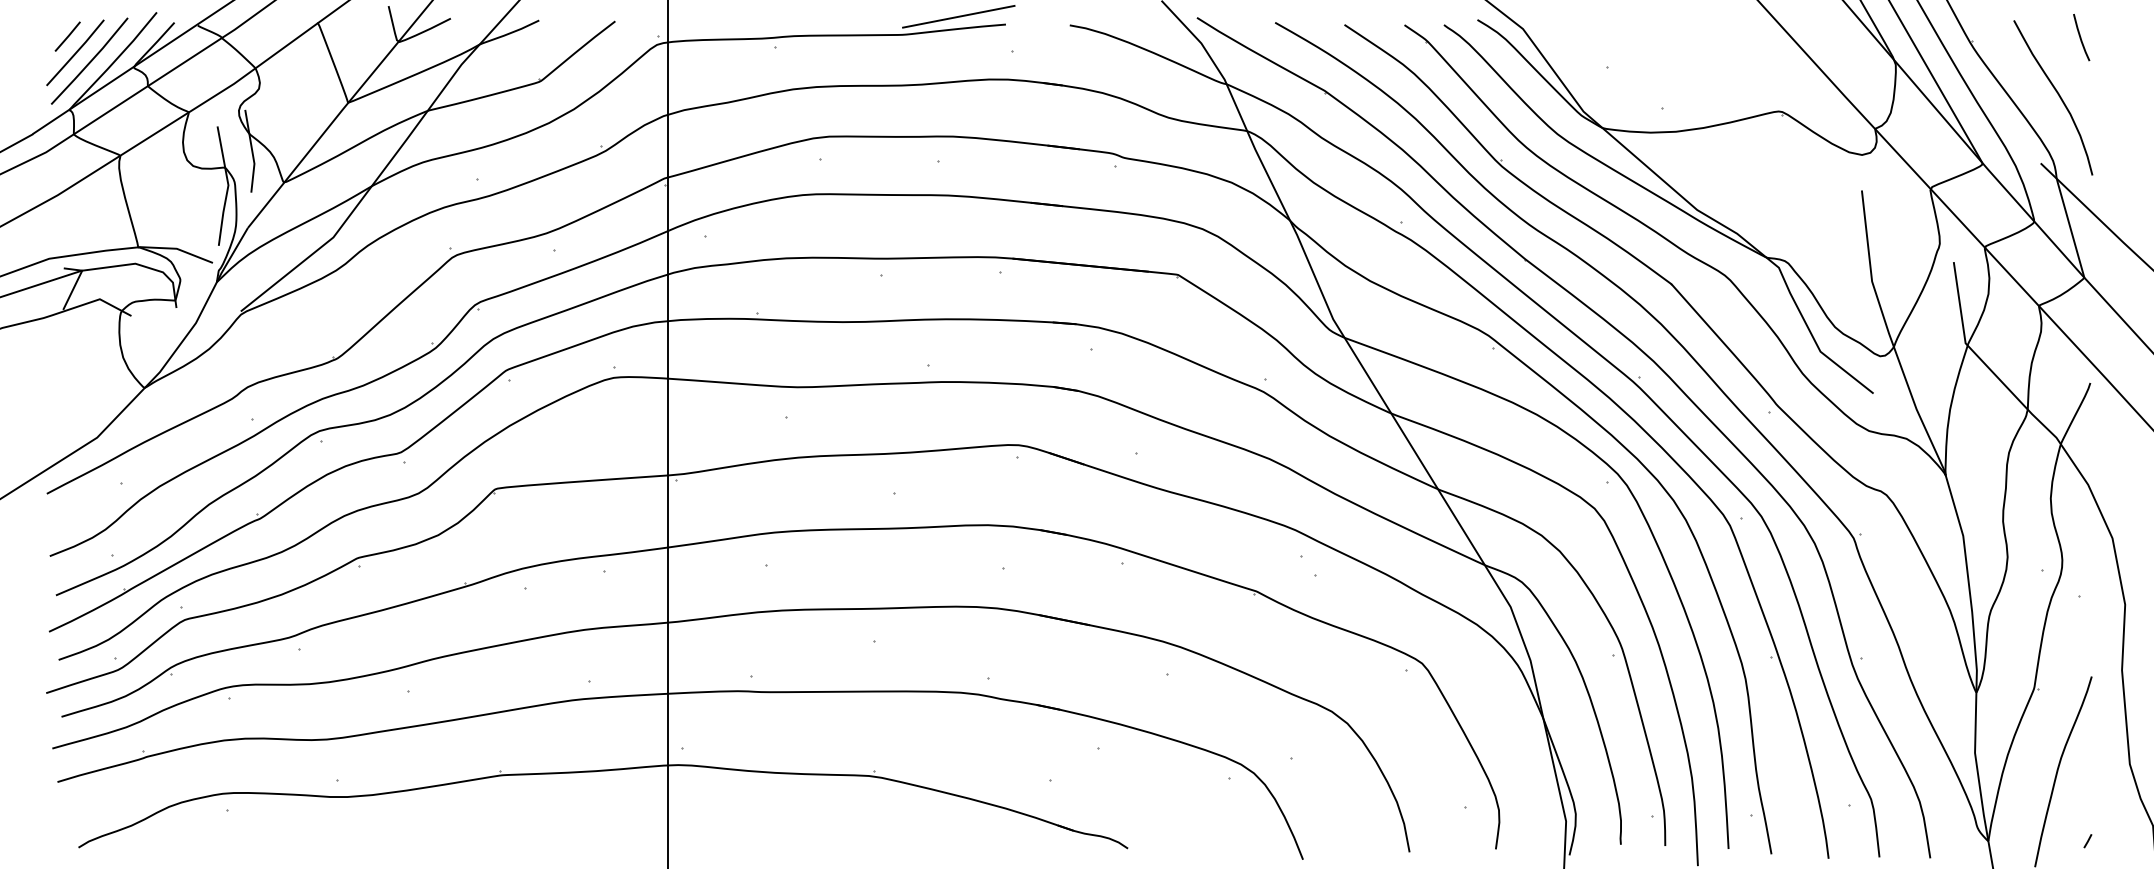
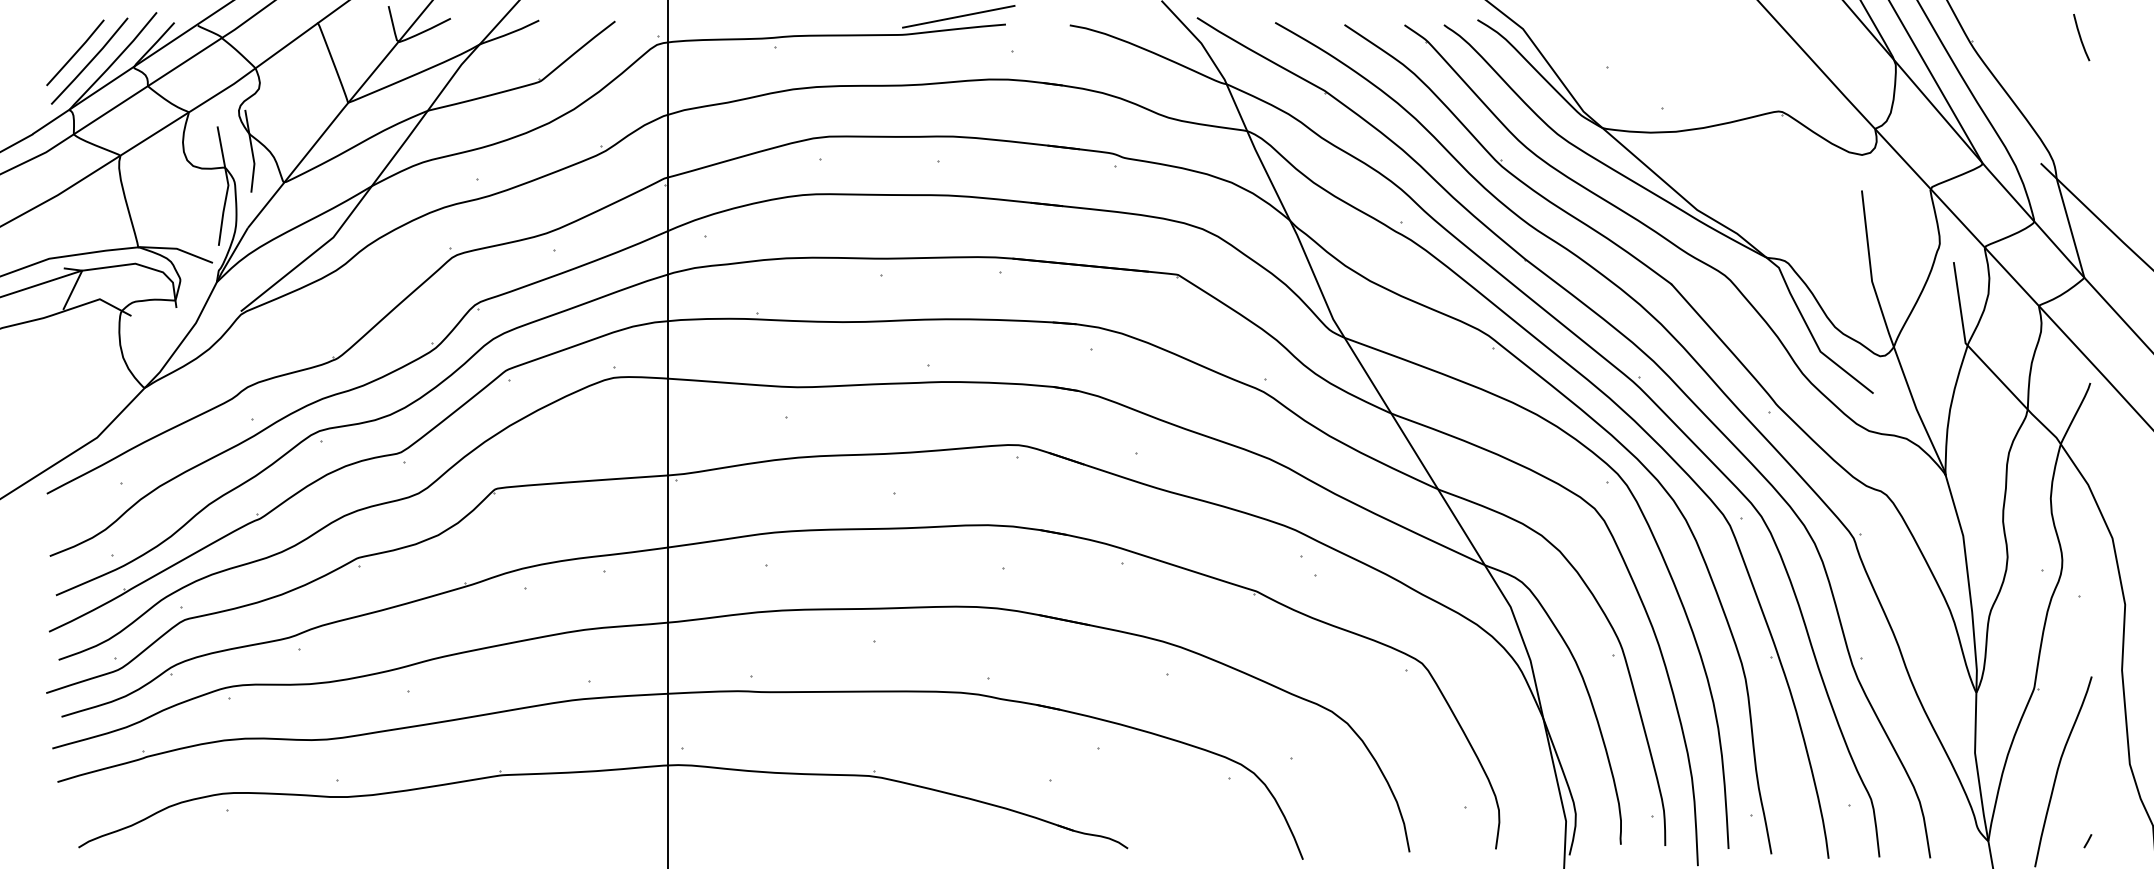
line at (67, 36): present -> none
curve at (2057, 94): present -> none
